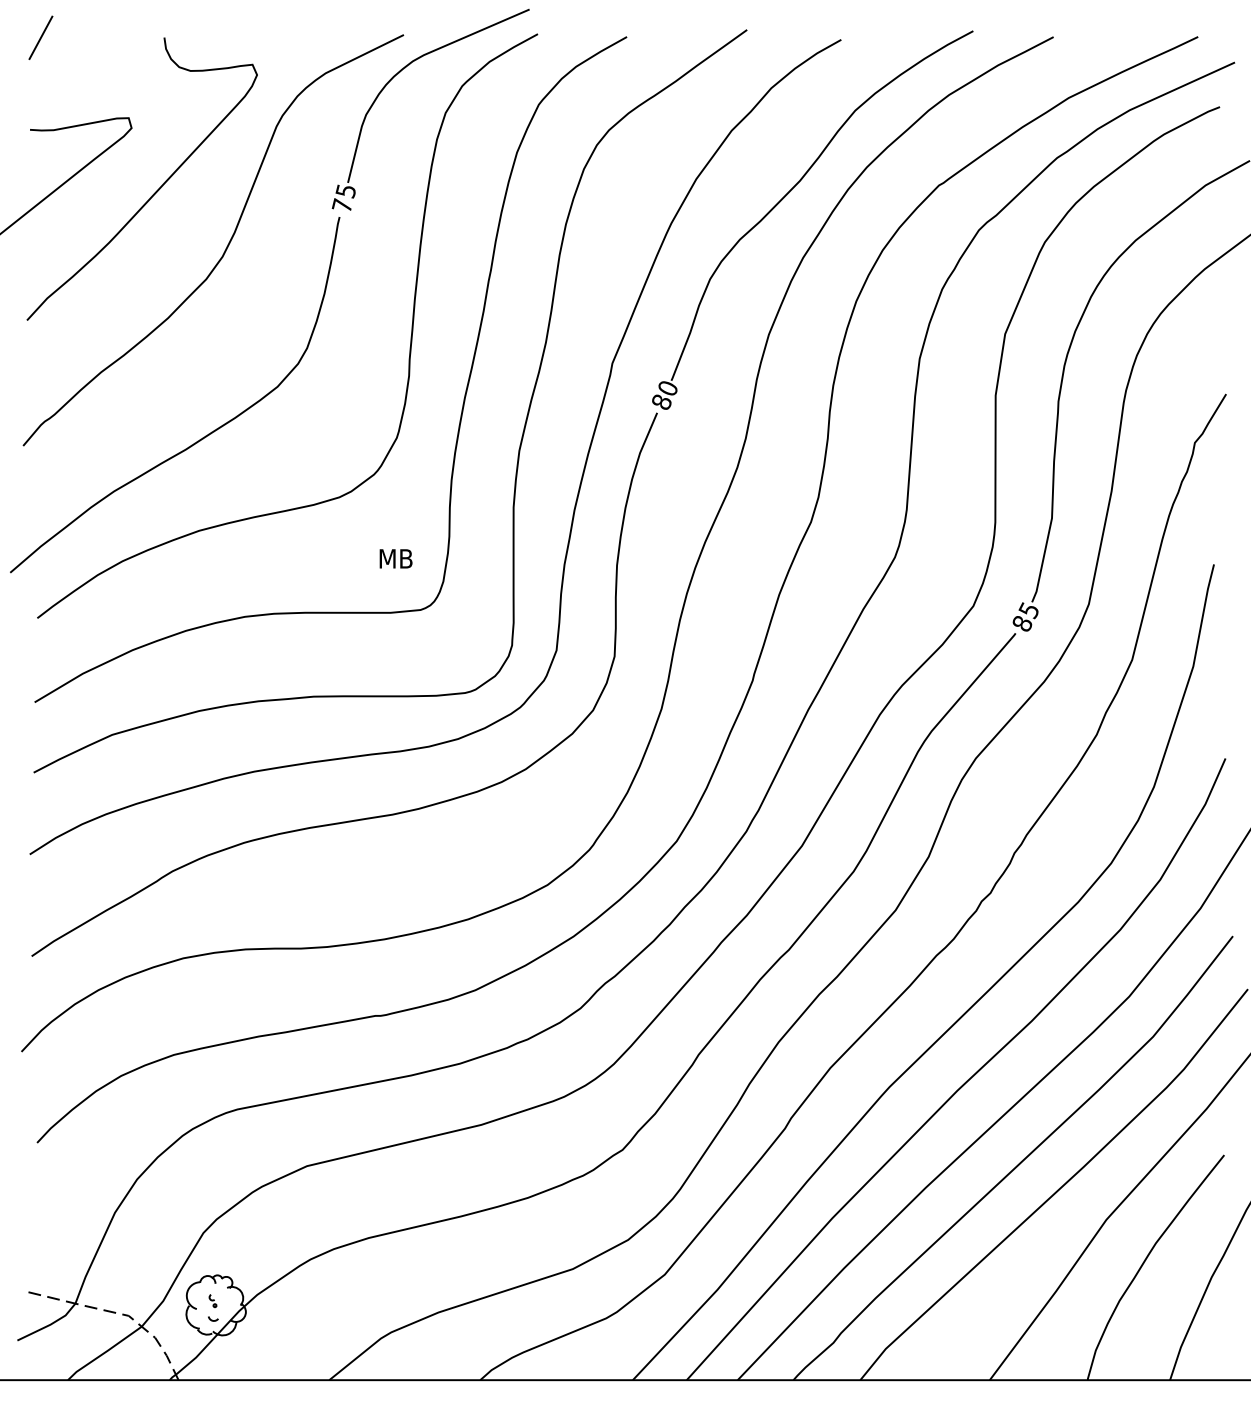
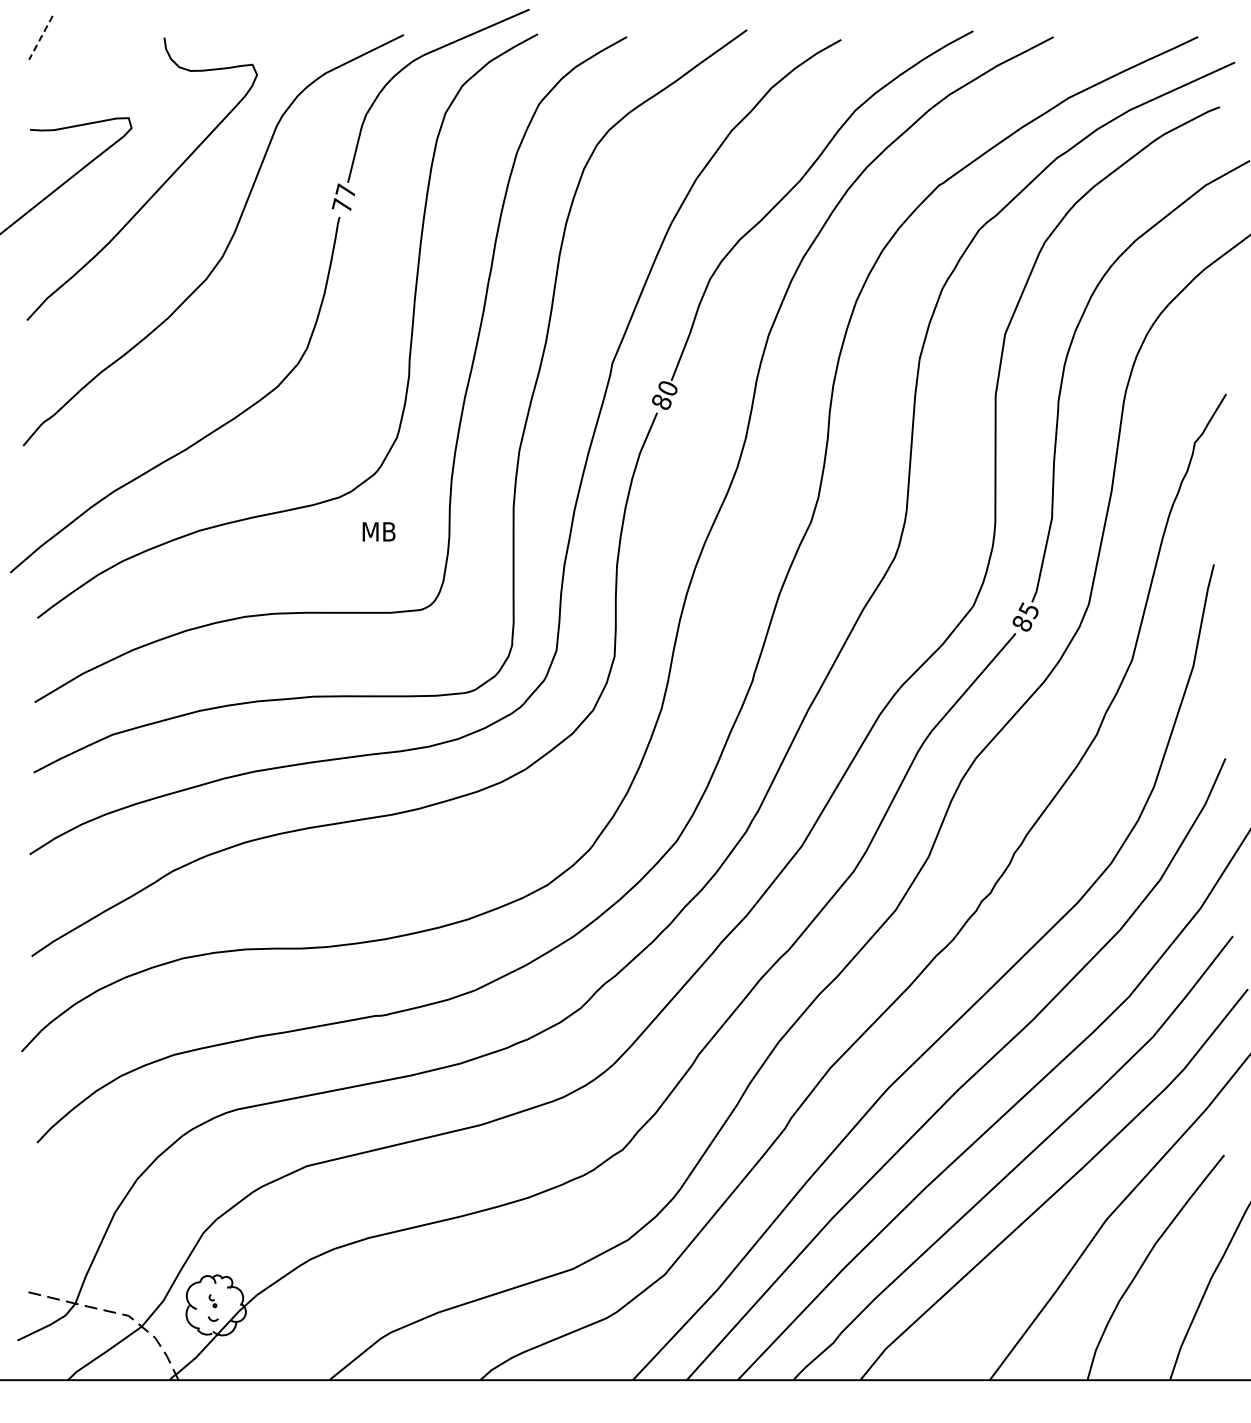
line at (40, 37): solid -> dashed
text at (345, 190): 75 -> 77
text at (395, 558) position: (395, 558) -> (378, 531)
